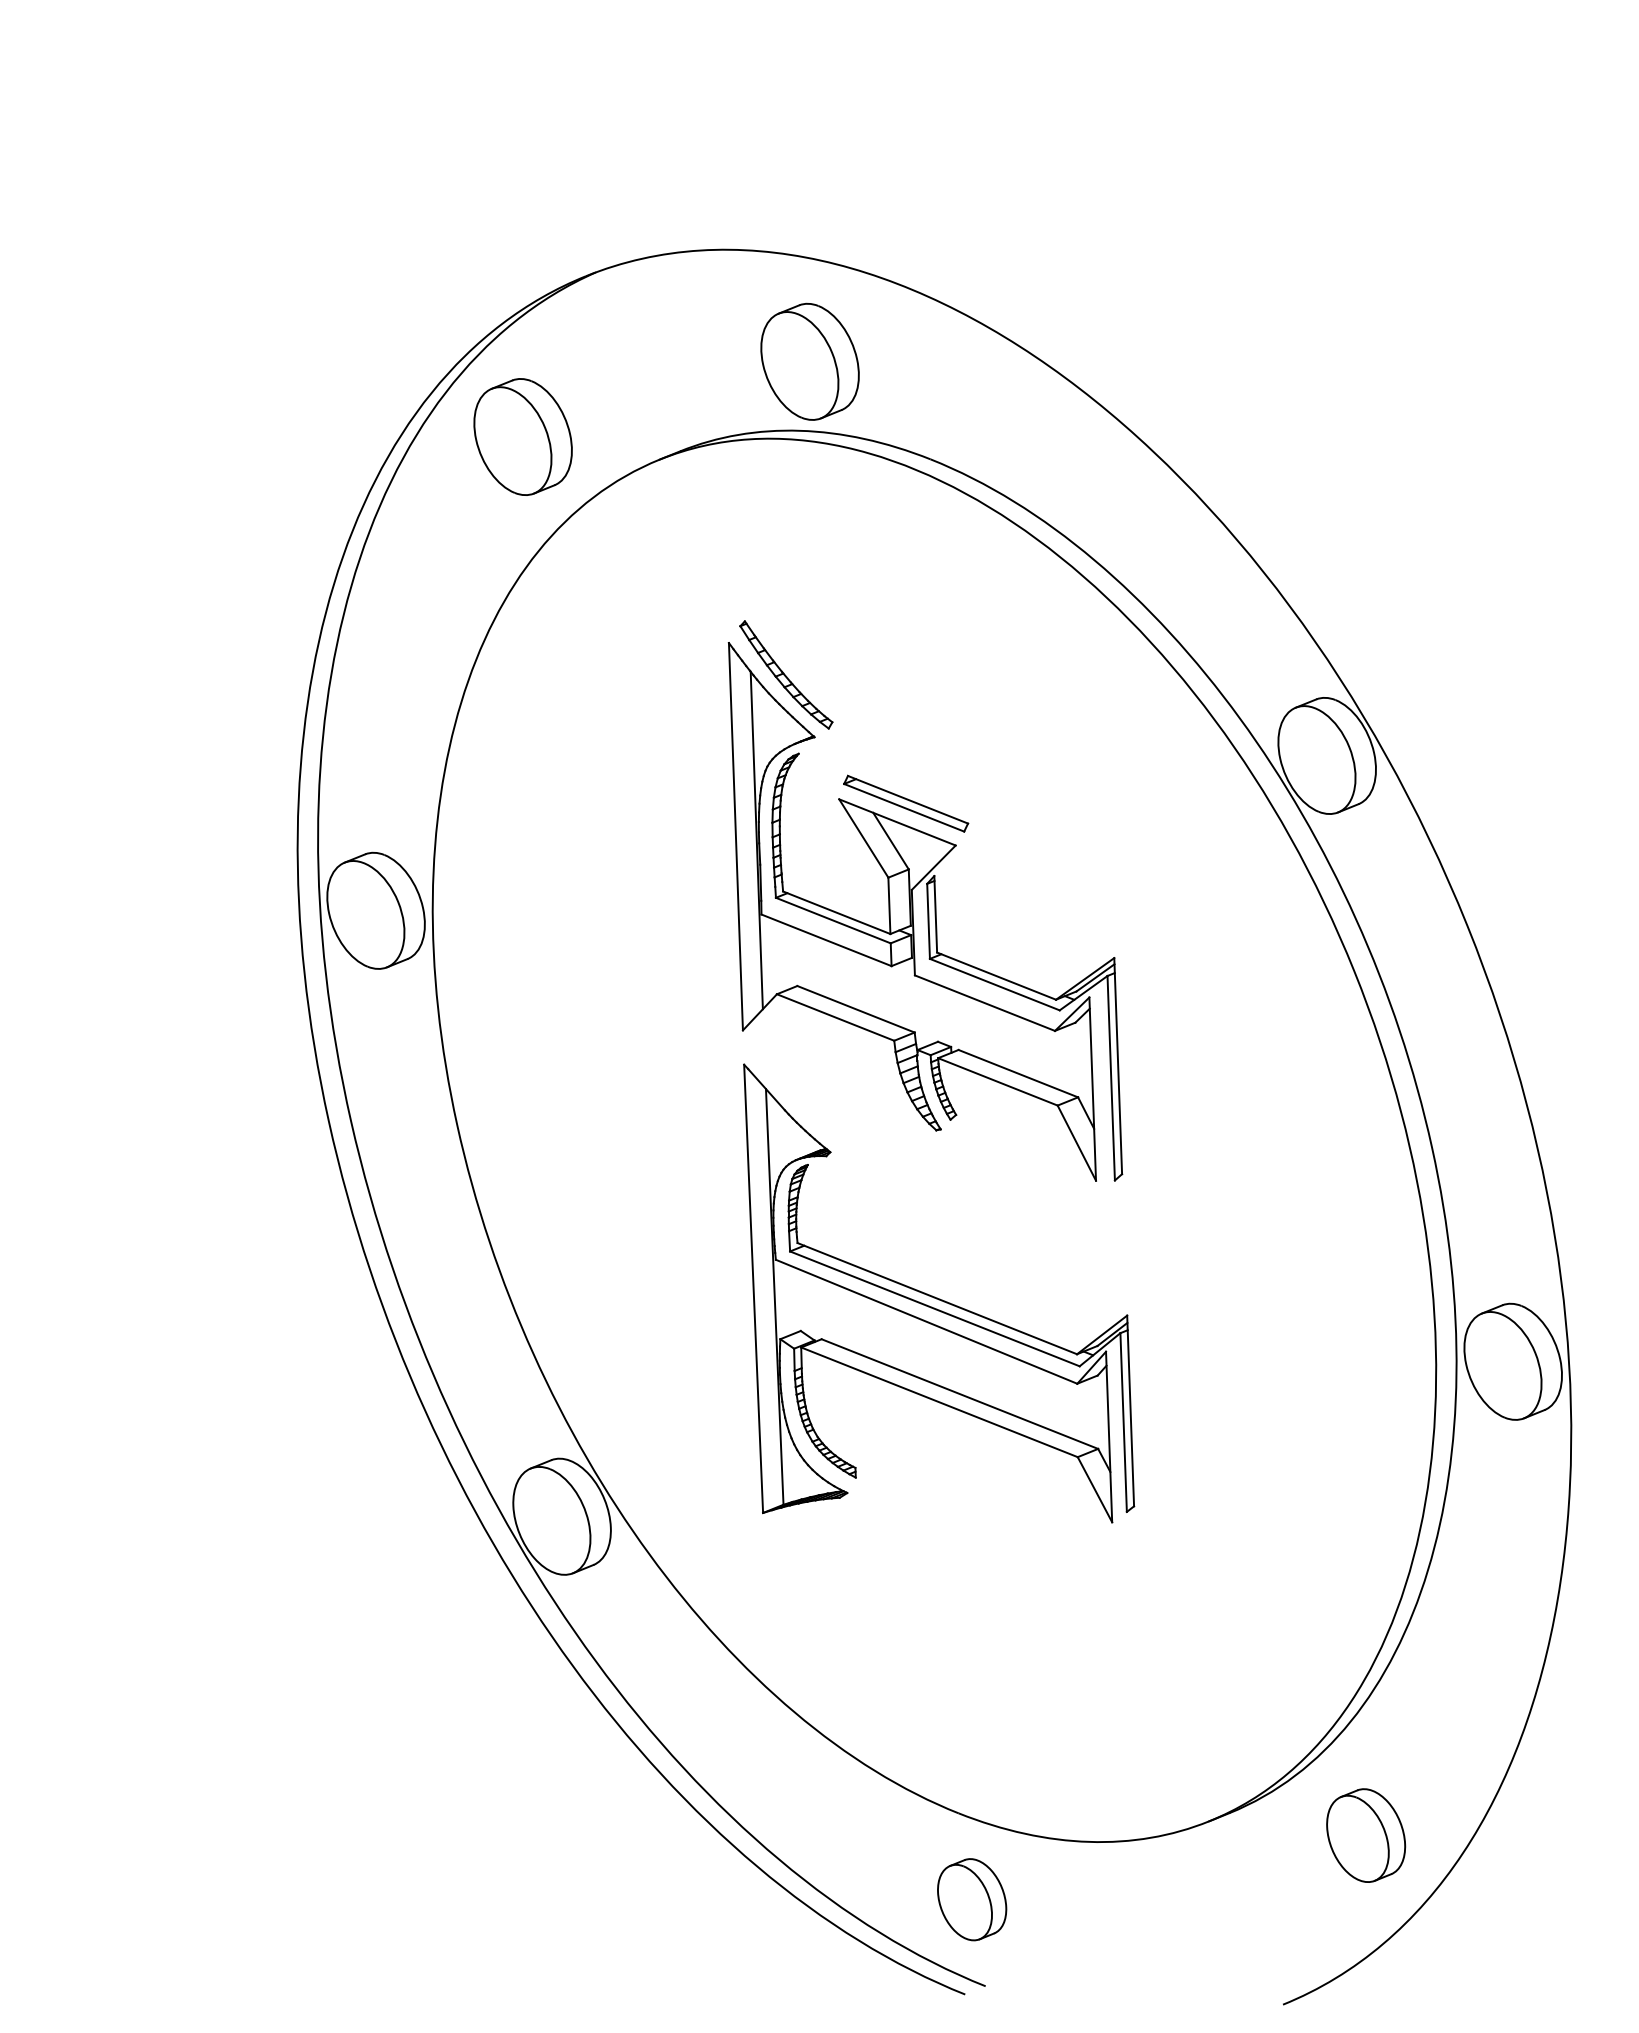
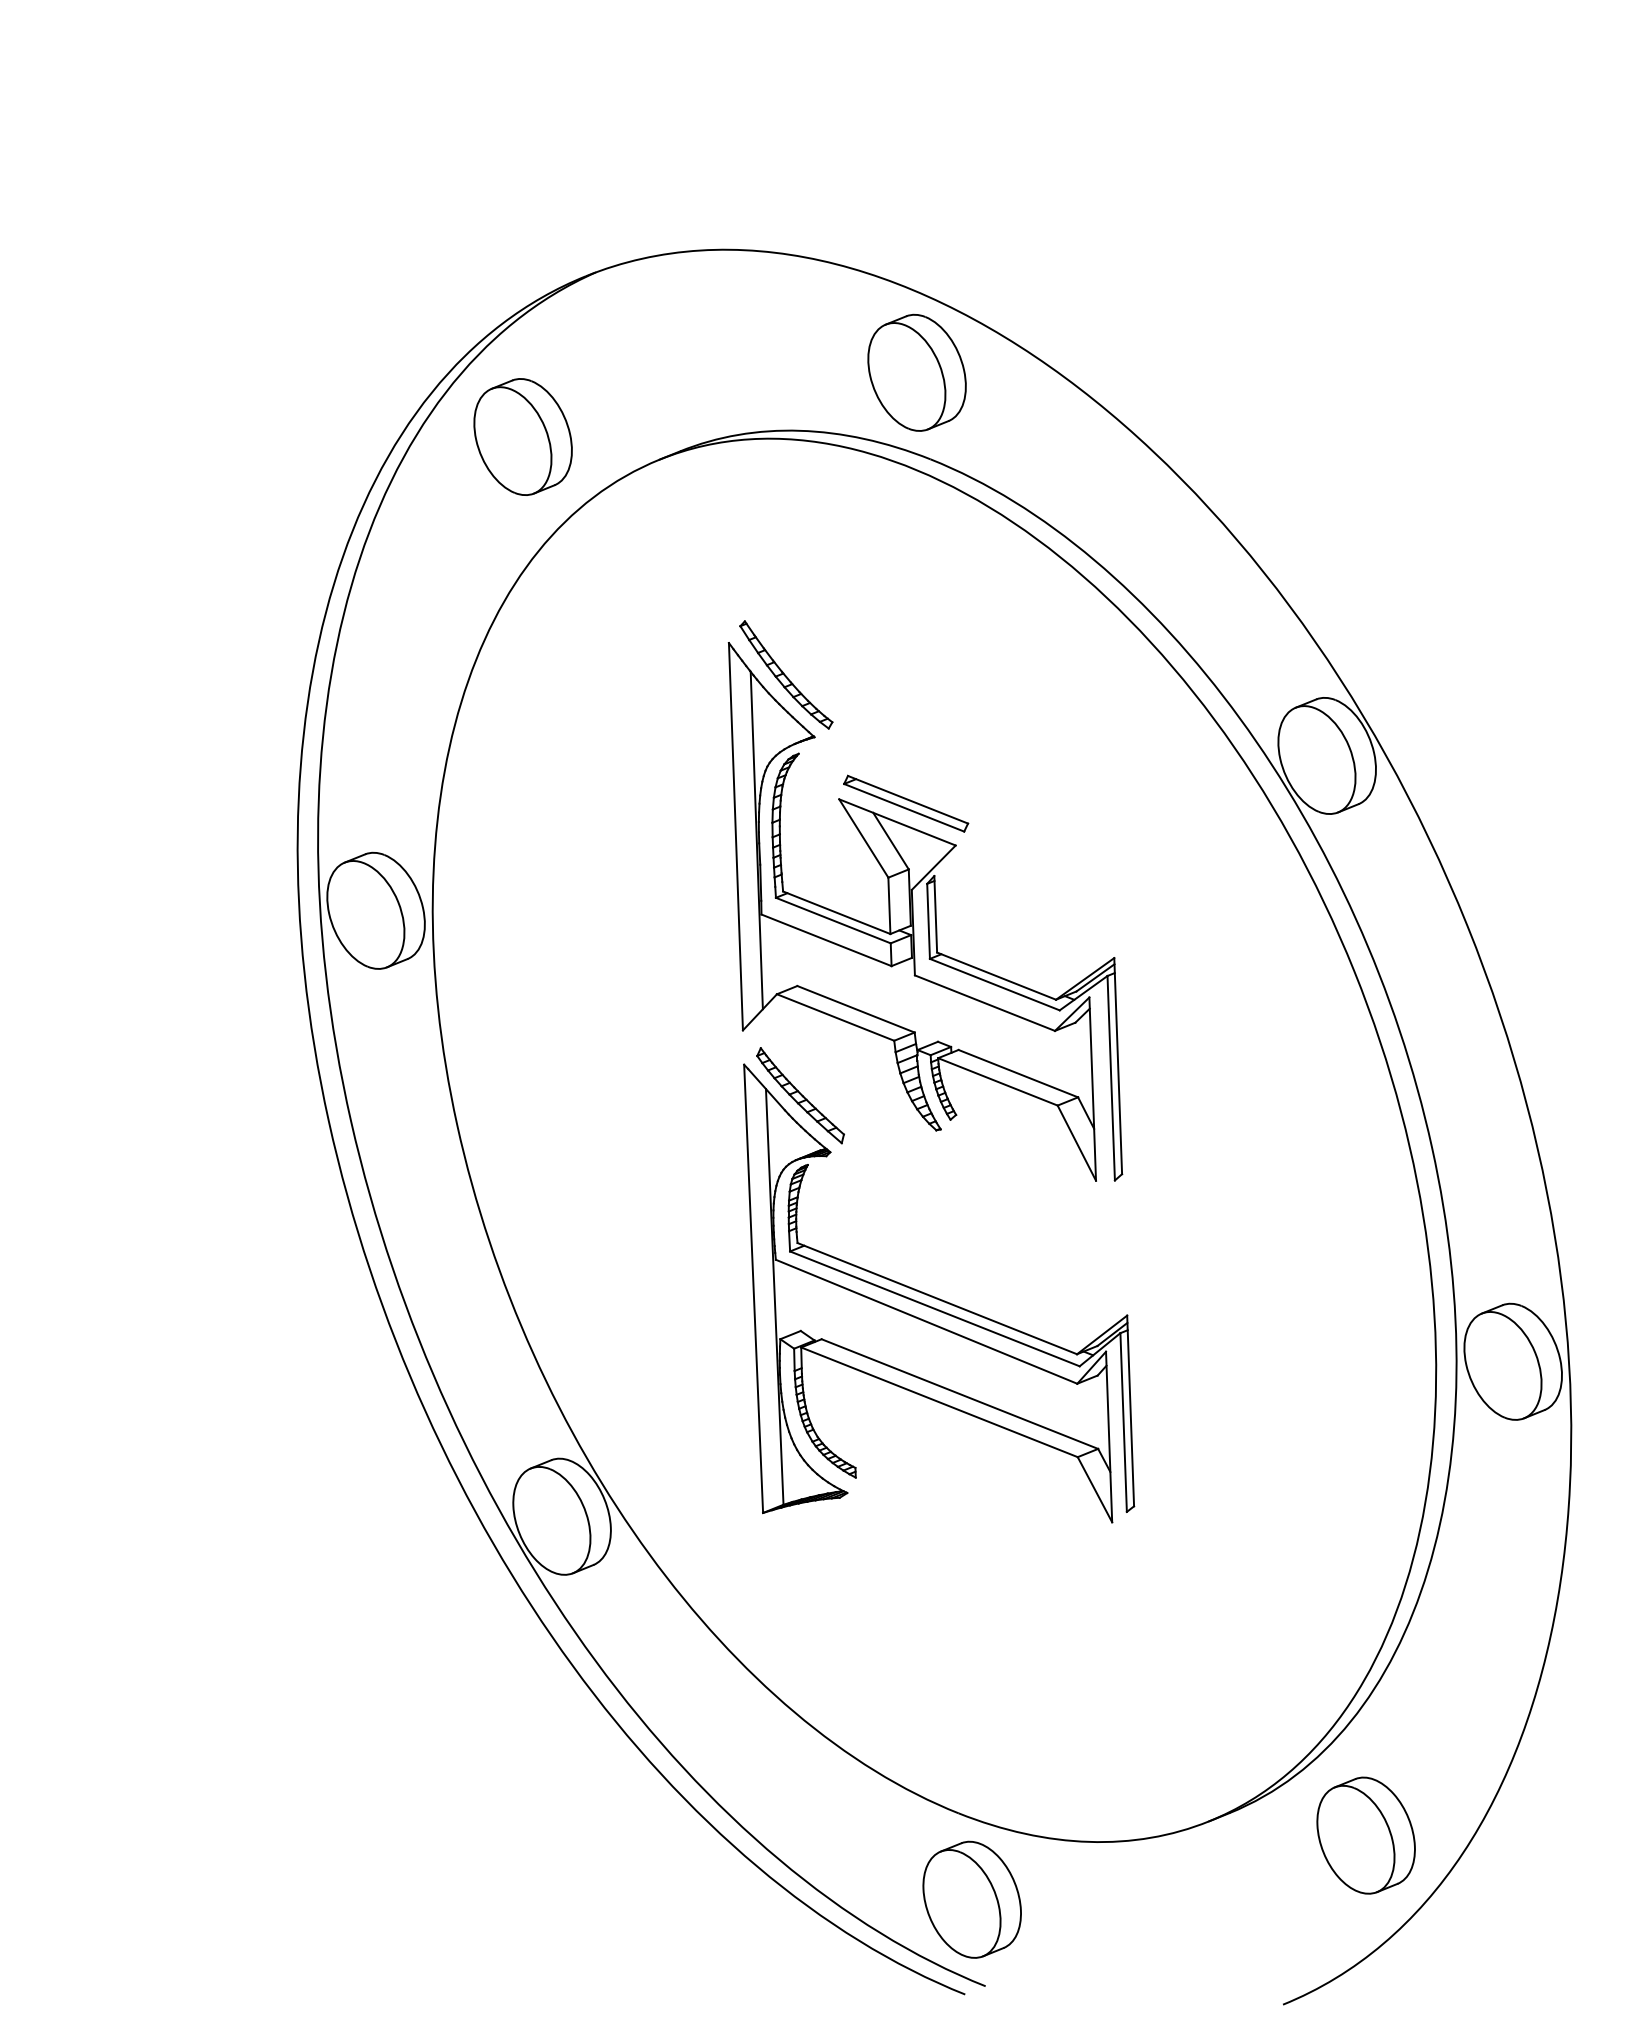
part at (809, 361) position: (809, 361) -> (916, 372)
part at (800, 1095): none -> present
part at (1366, 1835) size: 81x95 px -> 100x119 px
part at (972, 1899) size: 71x84 px -> 100x119 px
